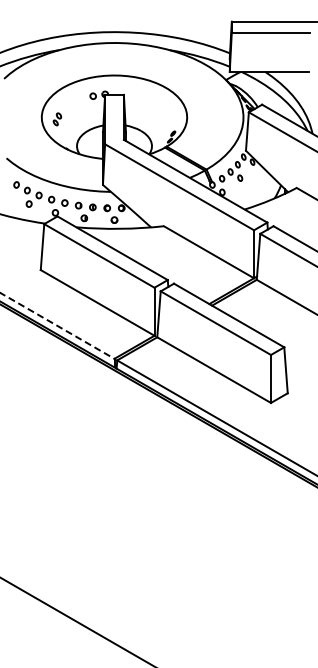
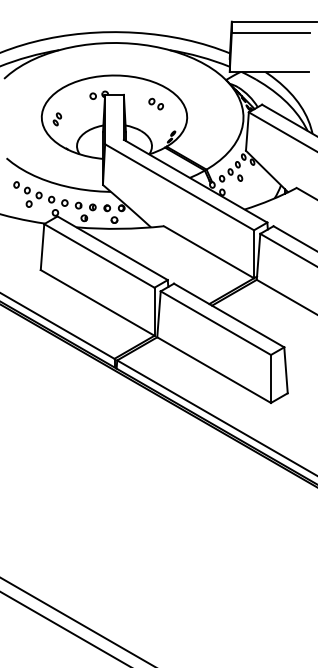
part at (155, 103): none -> present
line at (57, 325): dashed -> solid
line at (64, 628): none -> present
